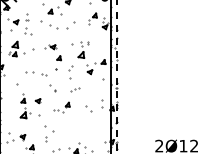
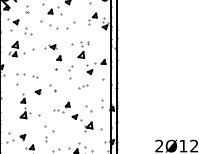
part at (27, 17) position: (27, 17) -> (27, 9)
part at (36, 73) position: (36, 73) -> (27, 75)
line at (117, 77): dashed -> solid
part at (75, 89) position: (75, 89) -> (83, 86)
part at (37, 101) position: (37, 101) -> (37, 92)
part at (86, 123): none -> present
